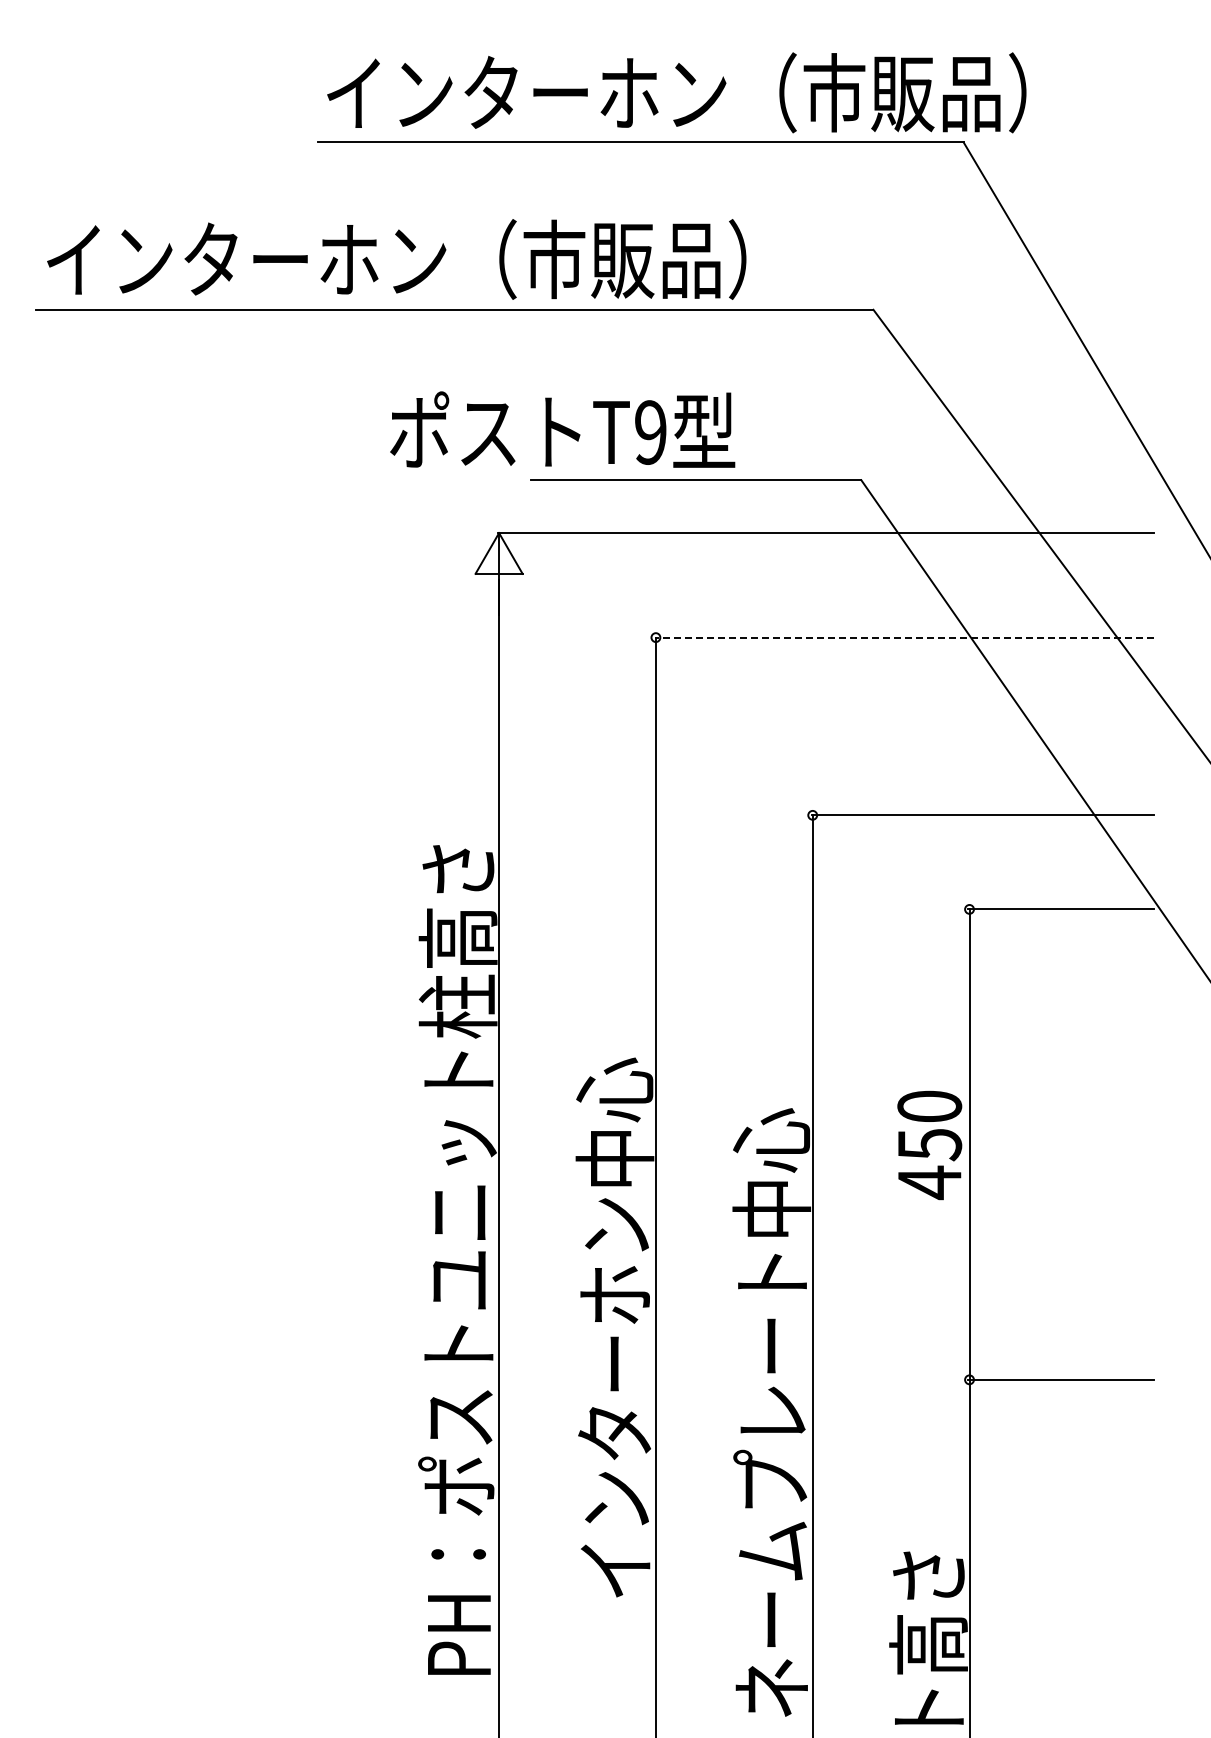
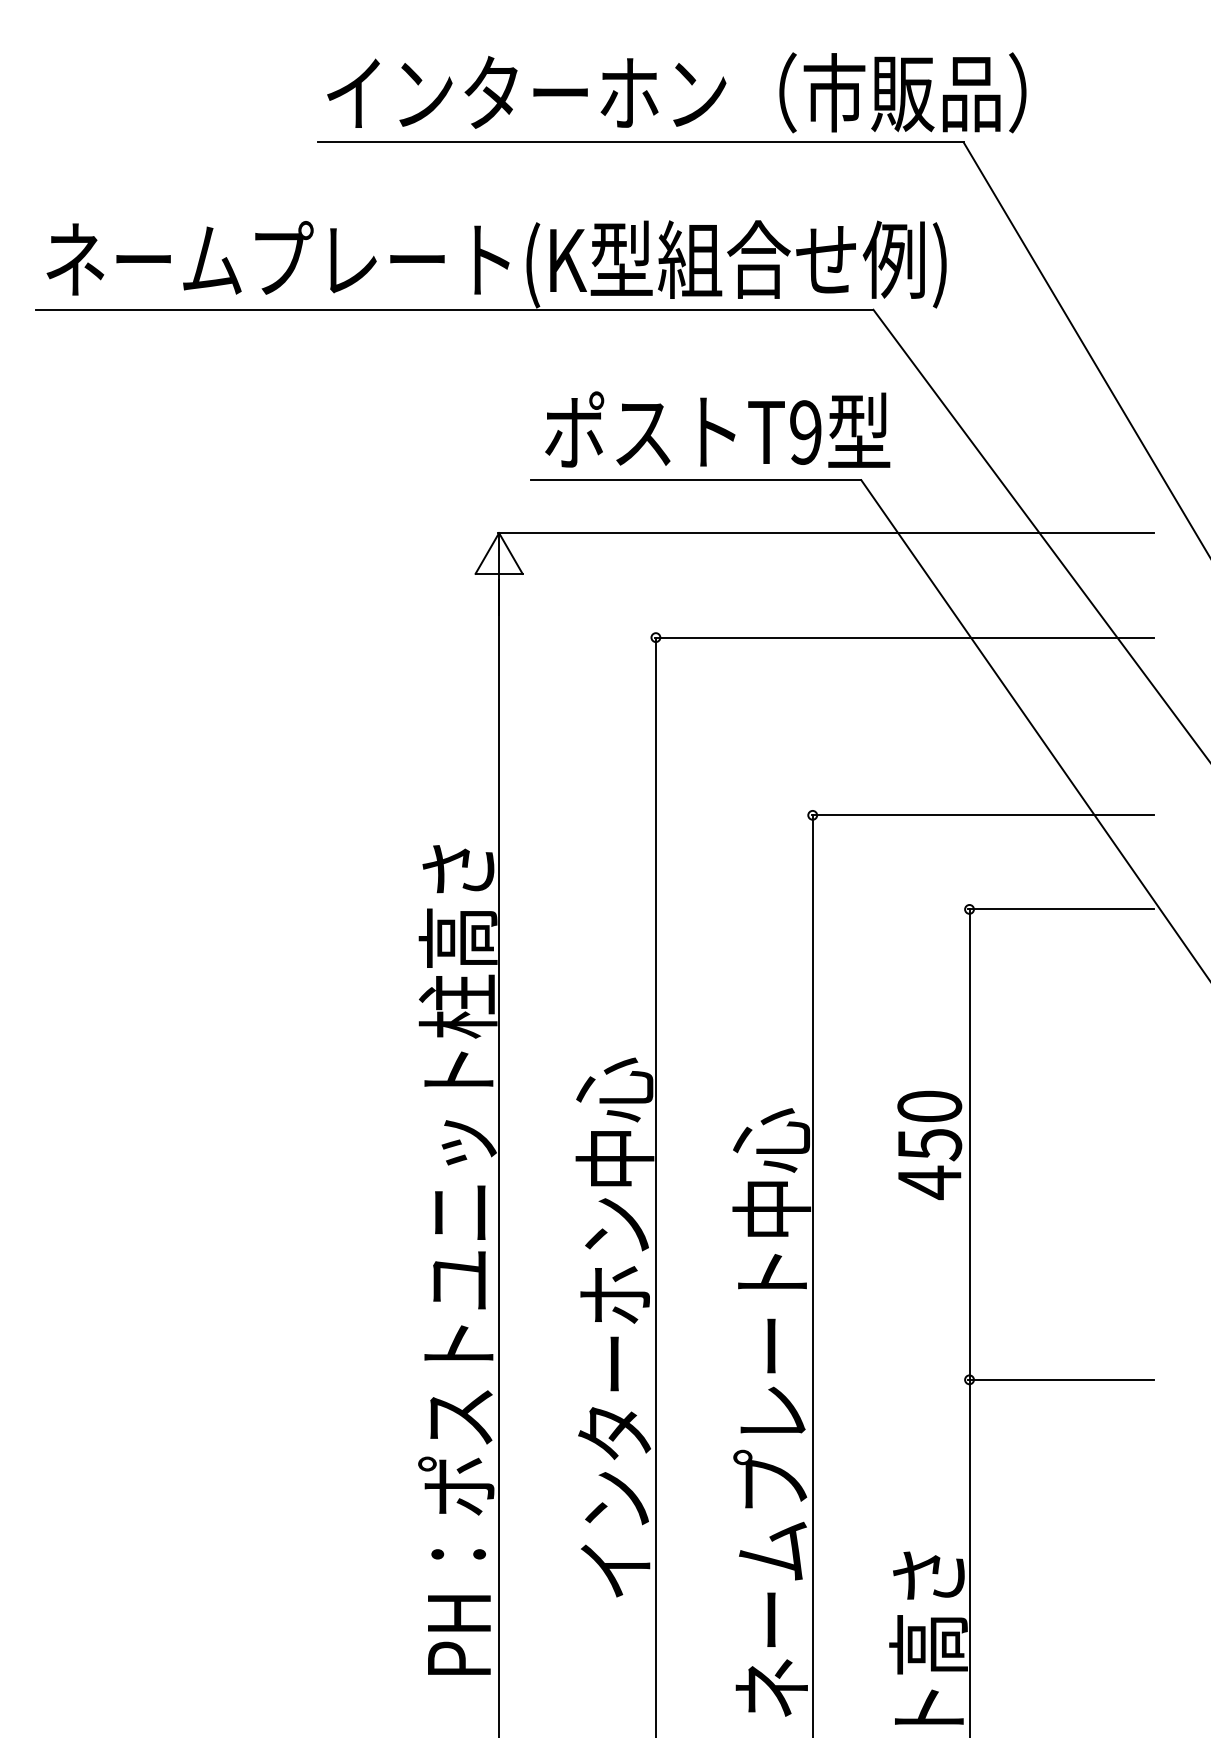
text at (496, 263): インターホン（市販品） -> ネームプレート(K型組合せ例)
text at (562, 429) position: (562, 429) -> (717, 429)
line at (904, 637): dashed -> solid
